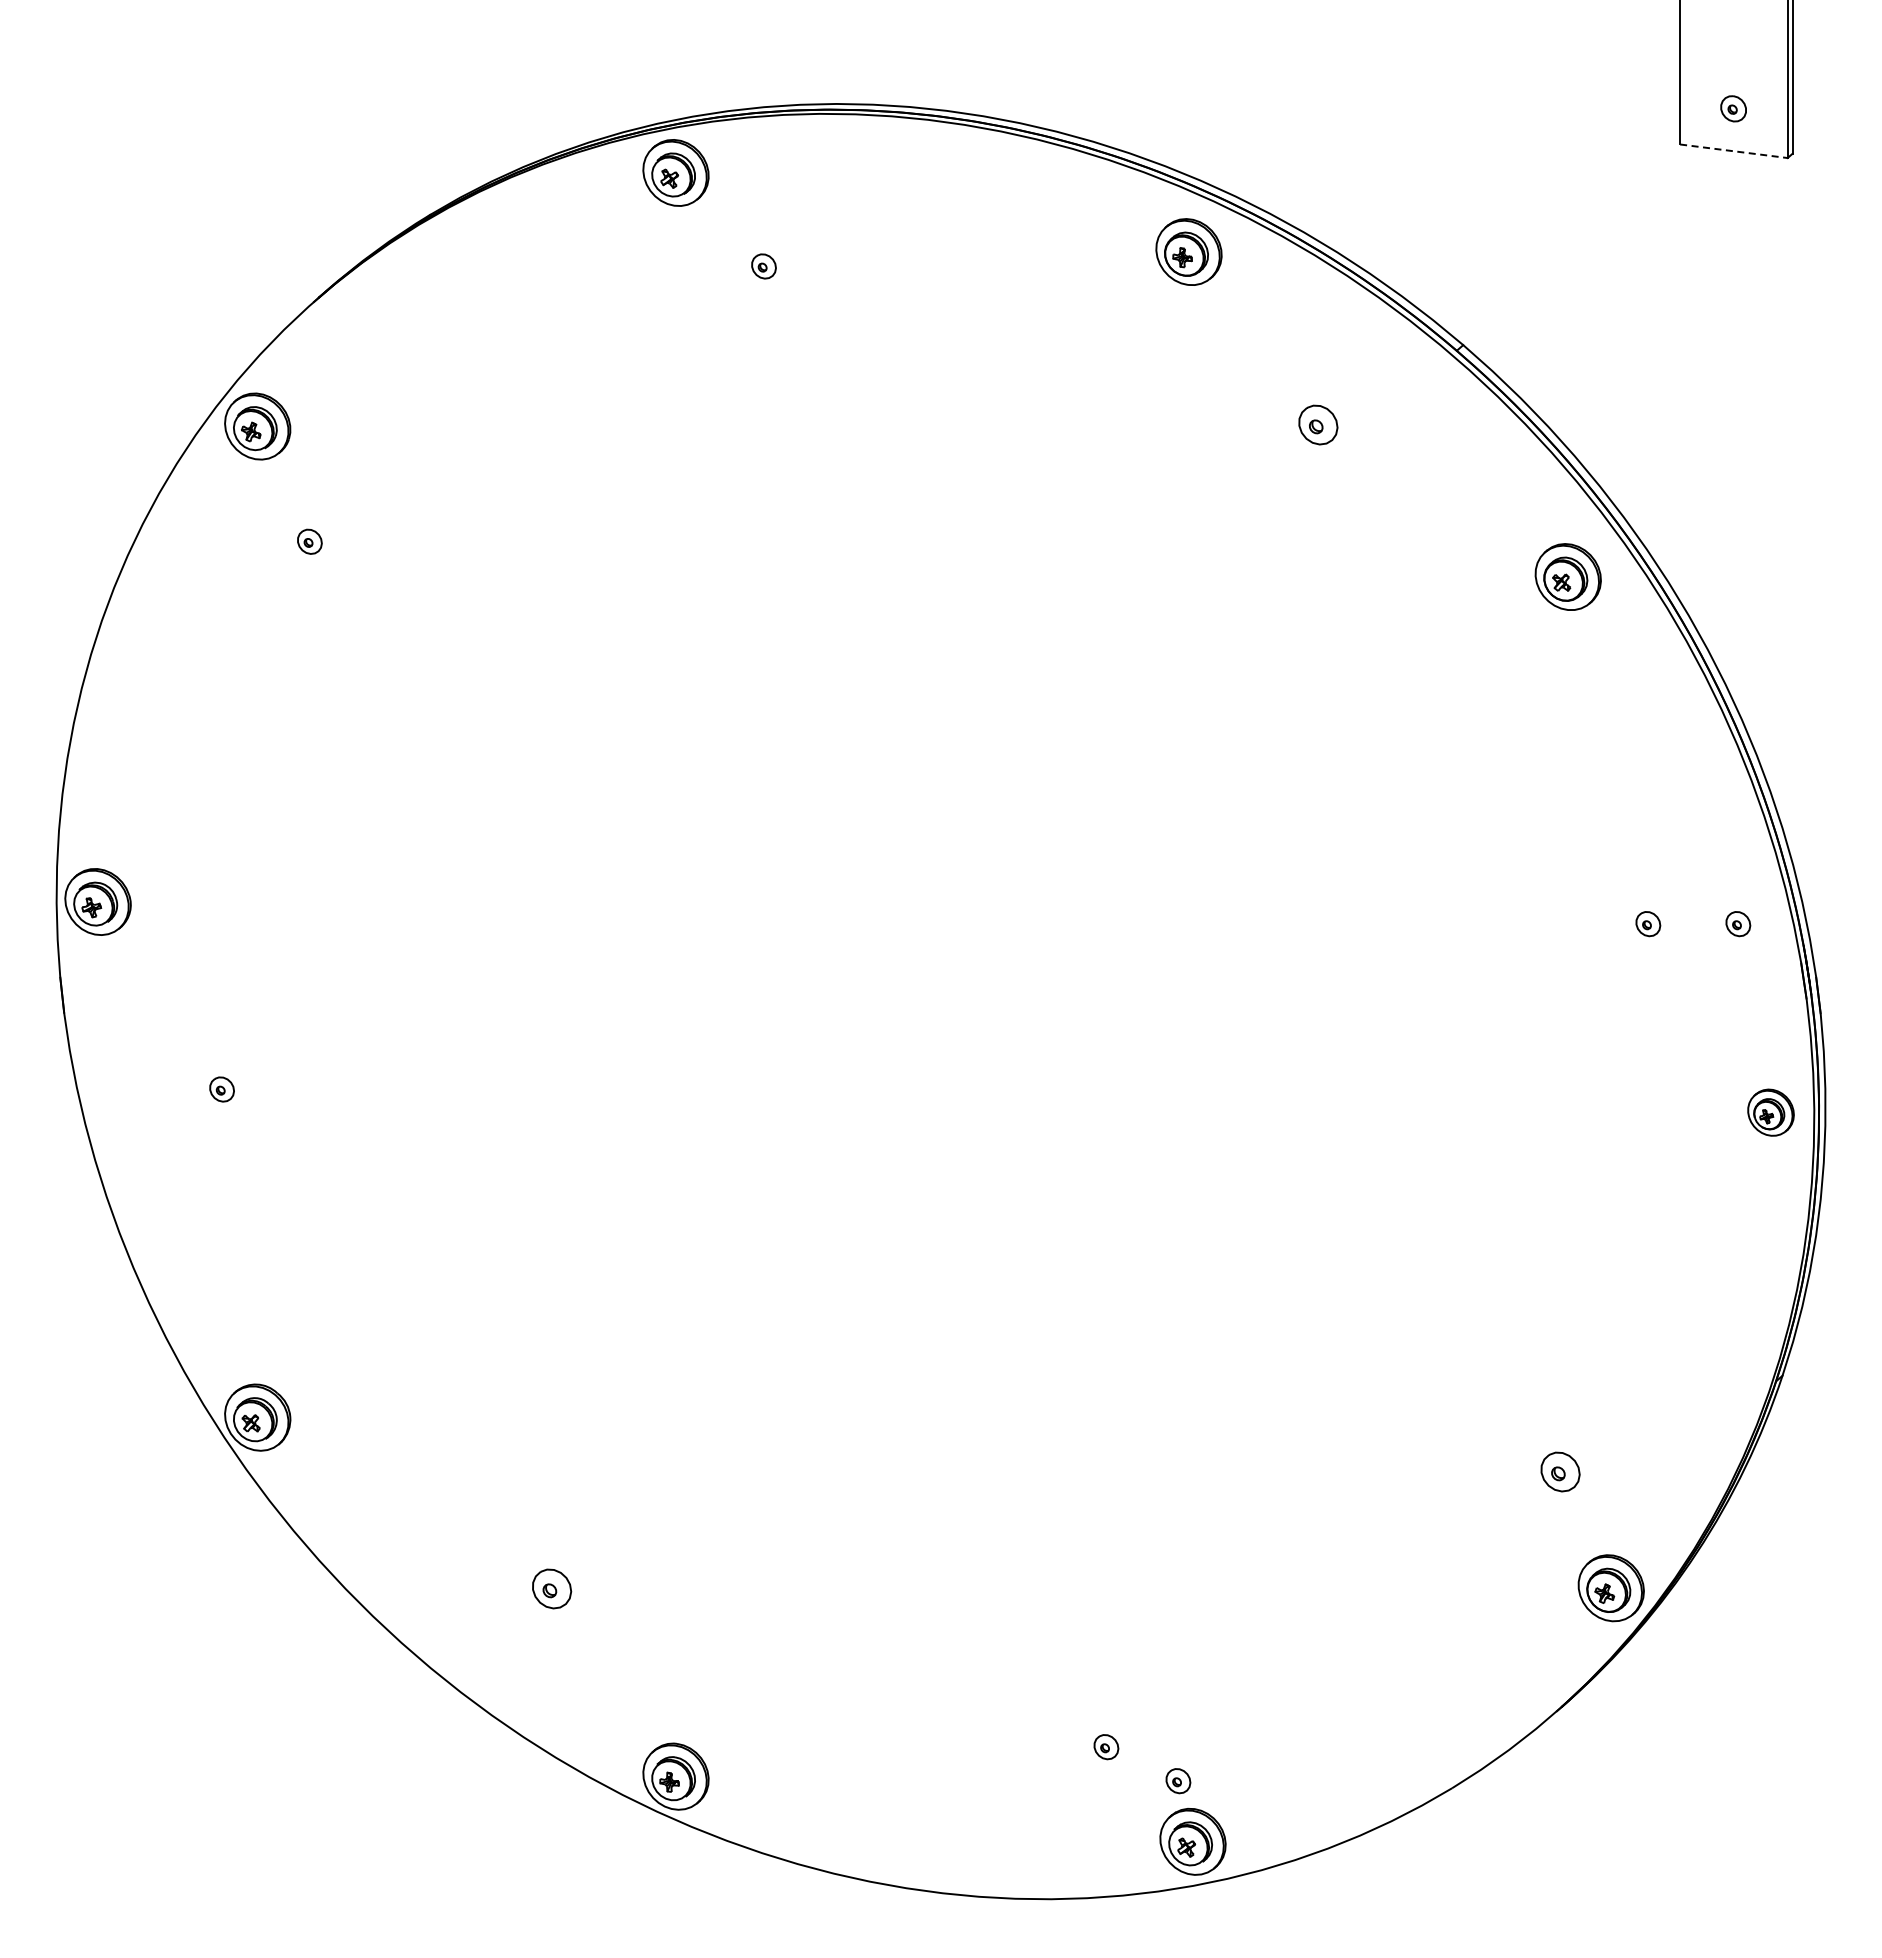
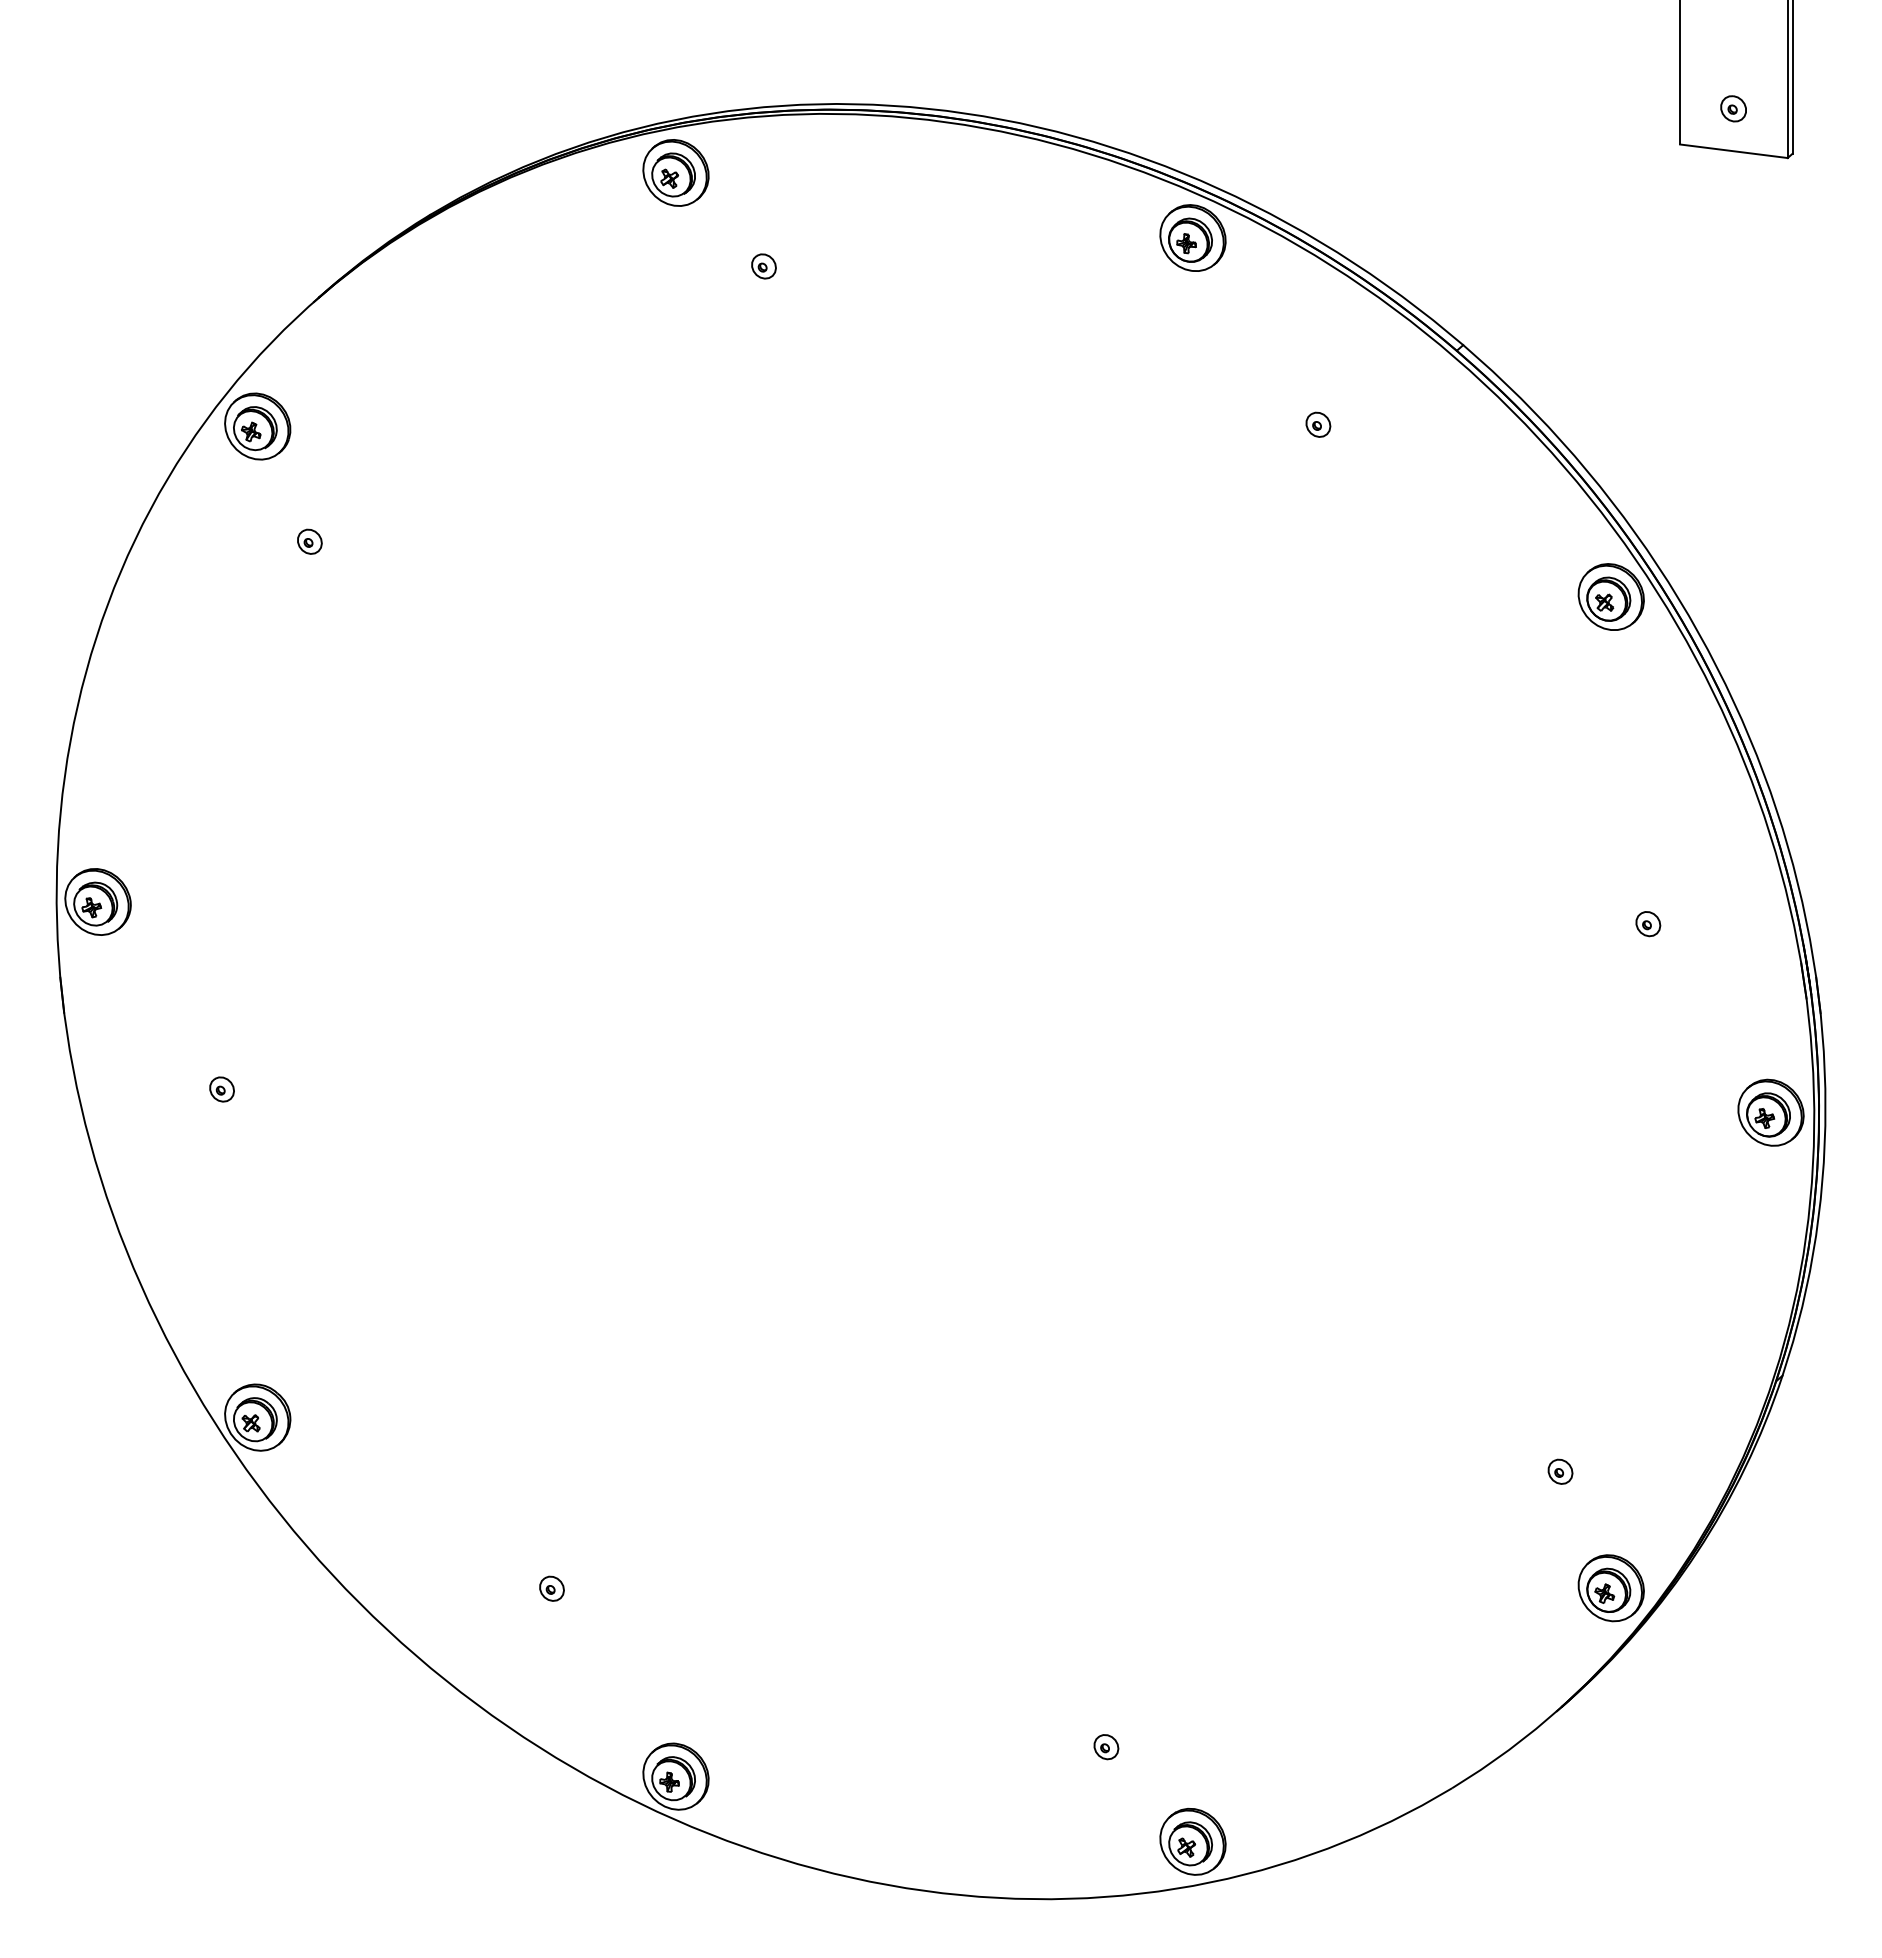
line at (1734, 151): dashed -> solid
part at (1188, 251) position: (1188, 251) -> (1192, 237)
part at (1318, 424) size: 41x42 px -> 27x27 px
part at (1567, 576) position: (1567, 576) -> (1610, 596)
part at (1738, 924): present -> none
part at (1770, 1112) size: 48x49 px -> 68x69 px
part at (1560, 1471) size: 41x42 px -> 27x27 px
part at (552, 1588) size: 41x42 px -> 26x27 px
part at (1178, 1781): present -> none
